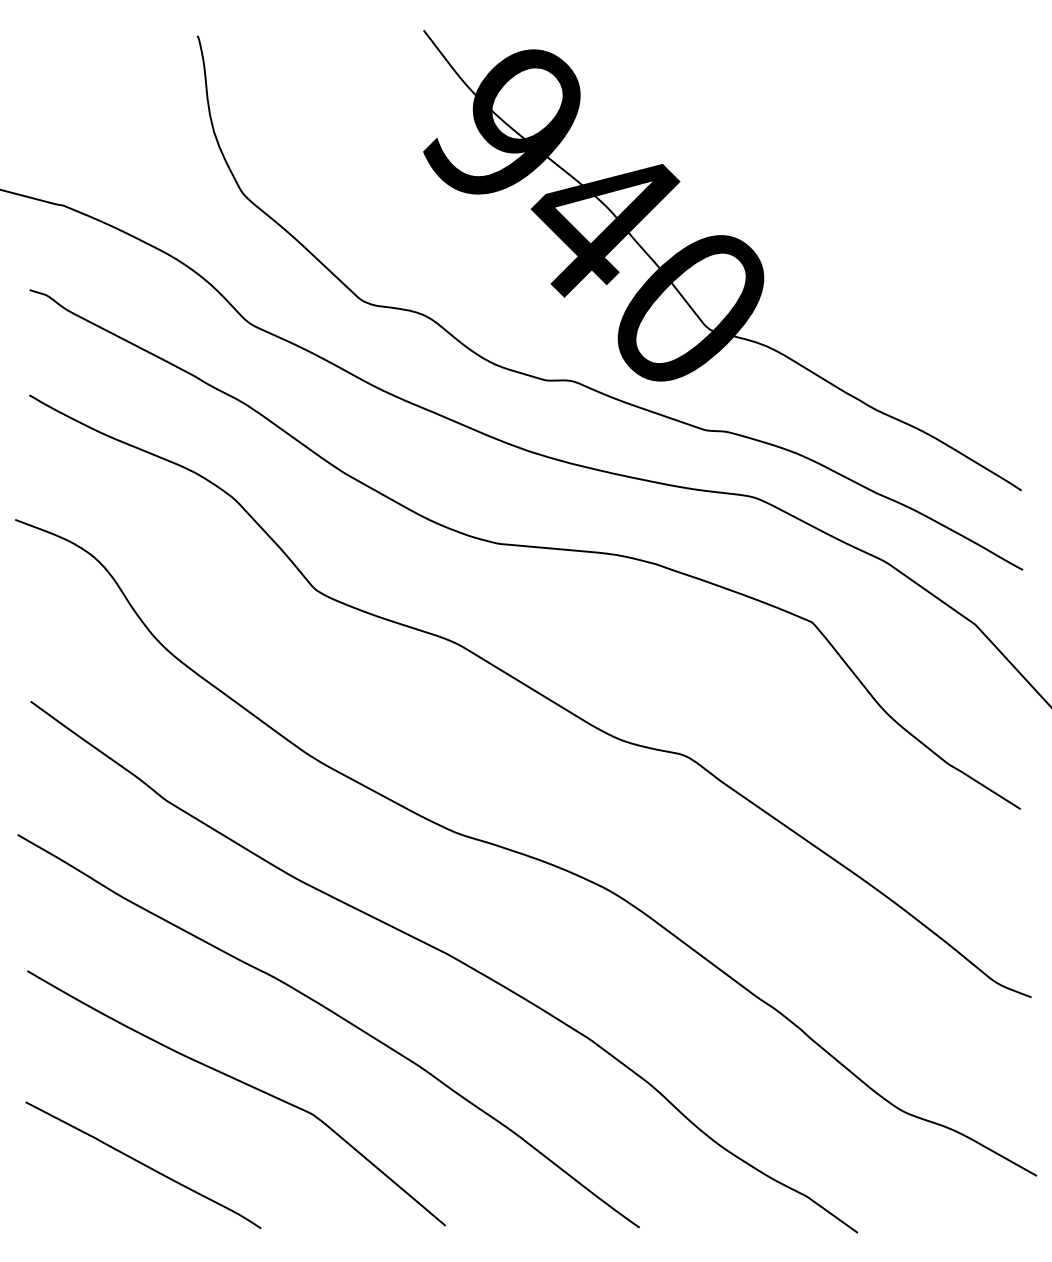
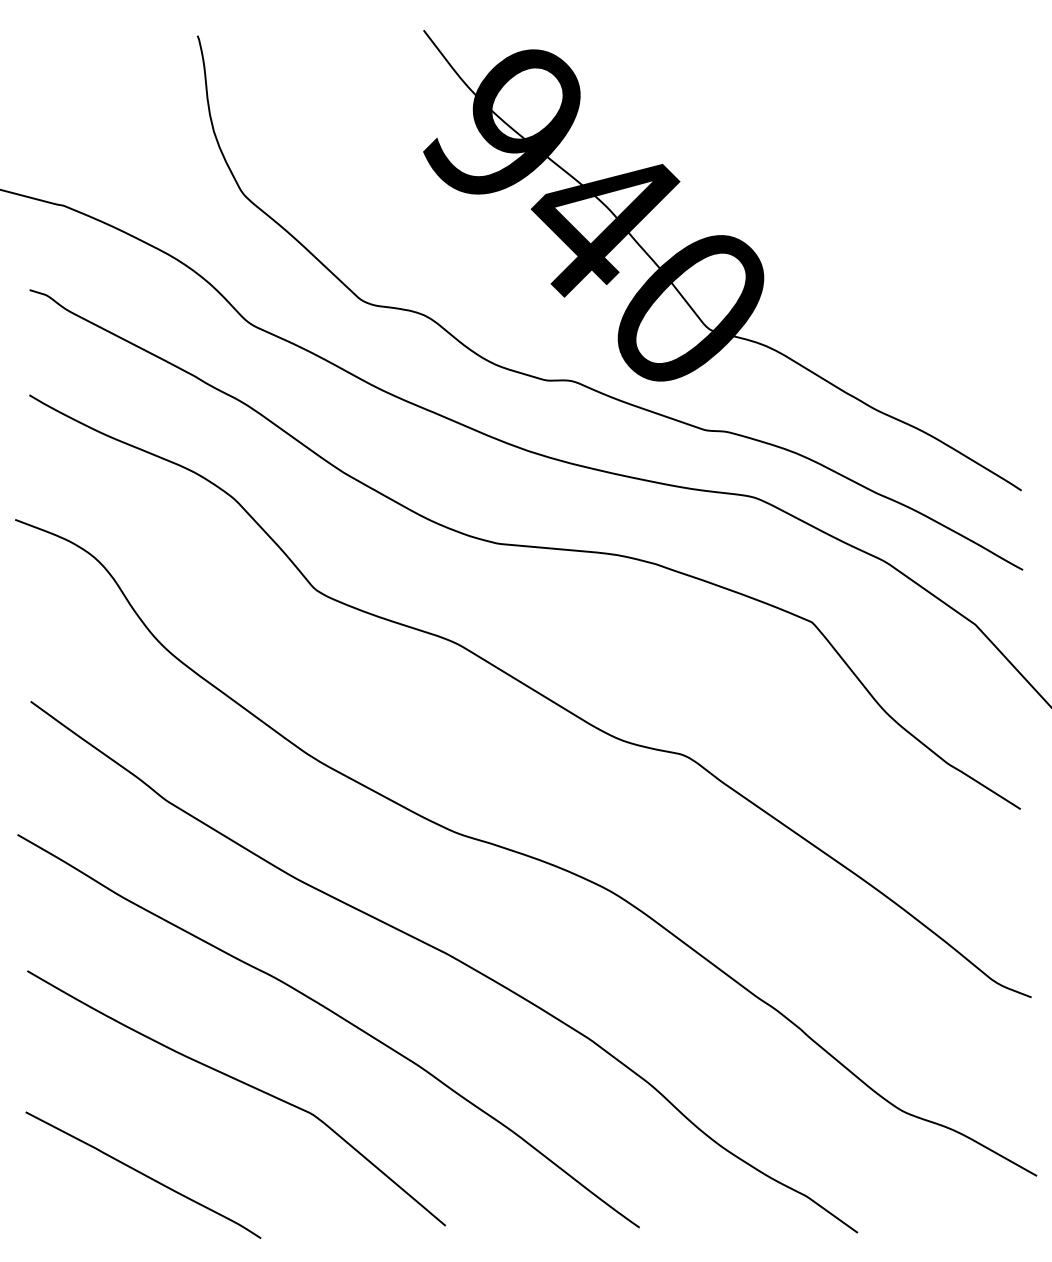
curve at (143, 1164) position: (143, 1164) -> (143, 1174)
